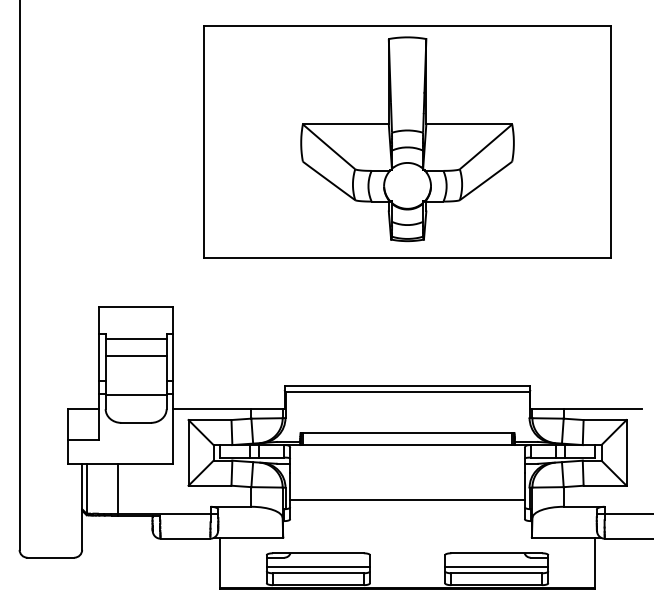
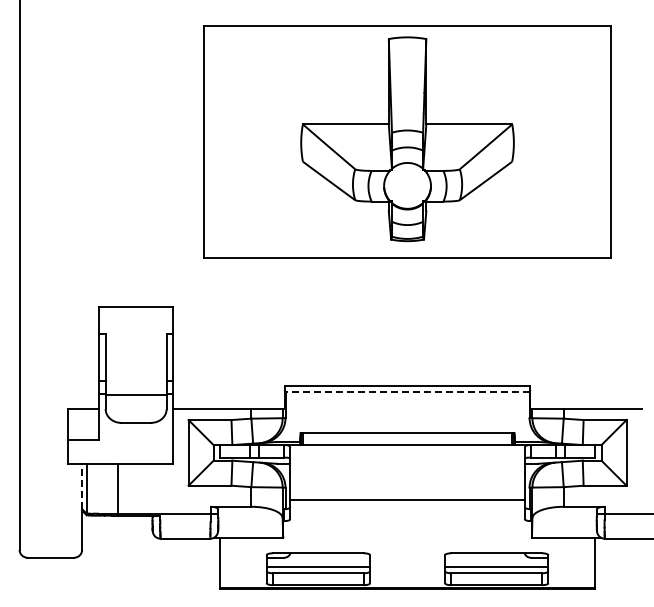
line at (135, 338): present -> none
line at (135, 356): present -> none
line at (407, 392): solid -> dashed
line at (82, 486): solid -> dashed
